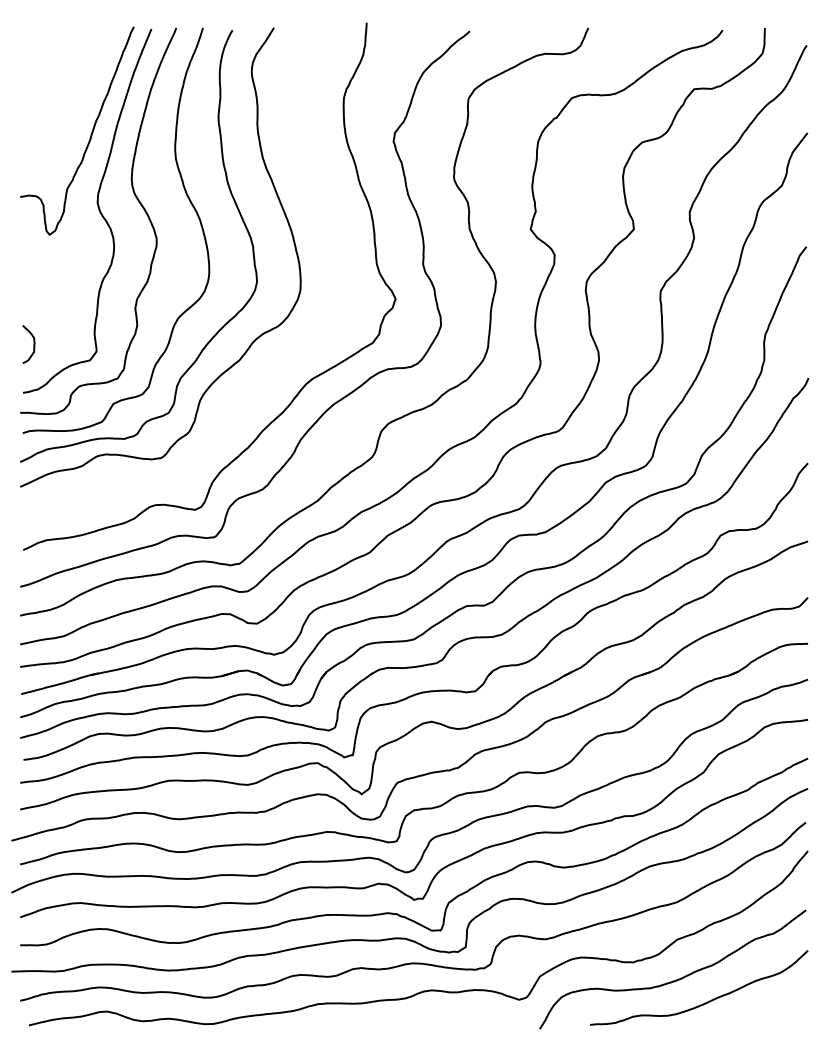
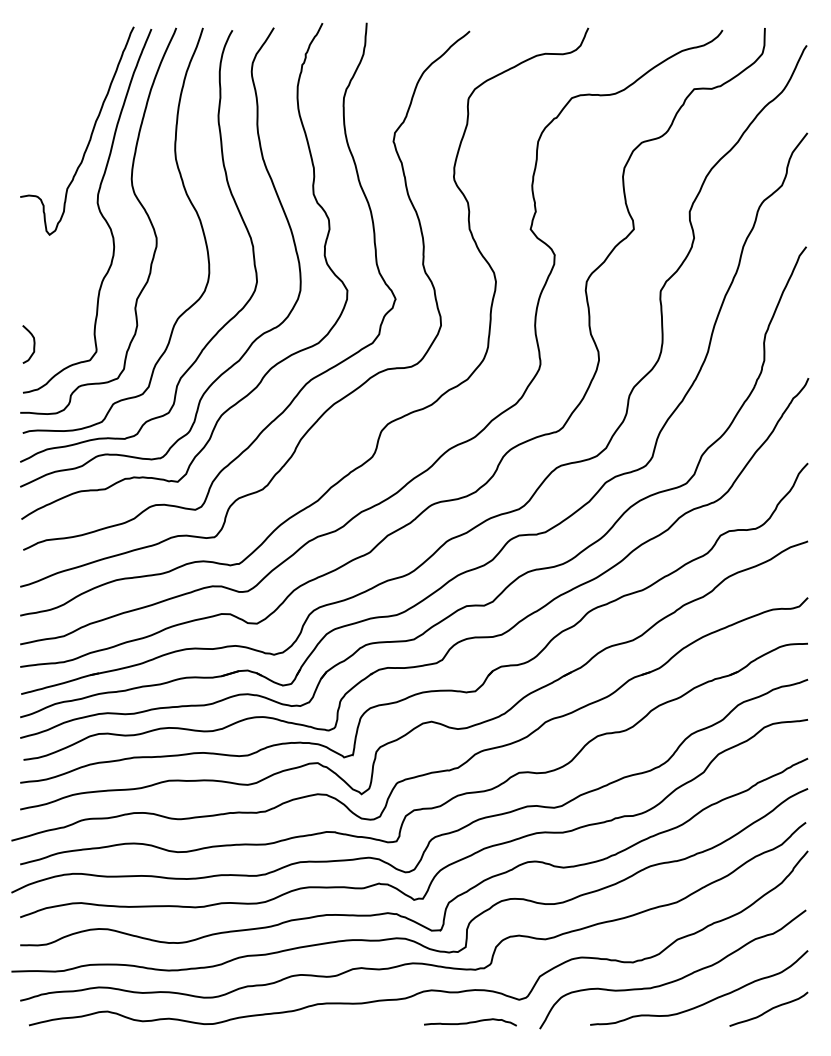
curve at (270, 367): none -> present
curve at (768, 1009): none -> present
curve at (470, 1022): none -> present
